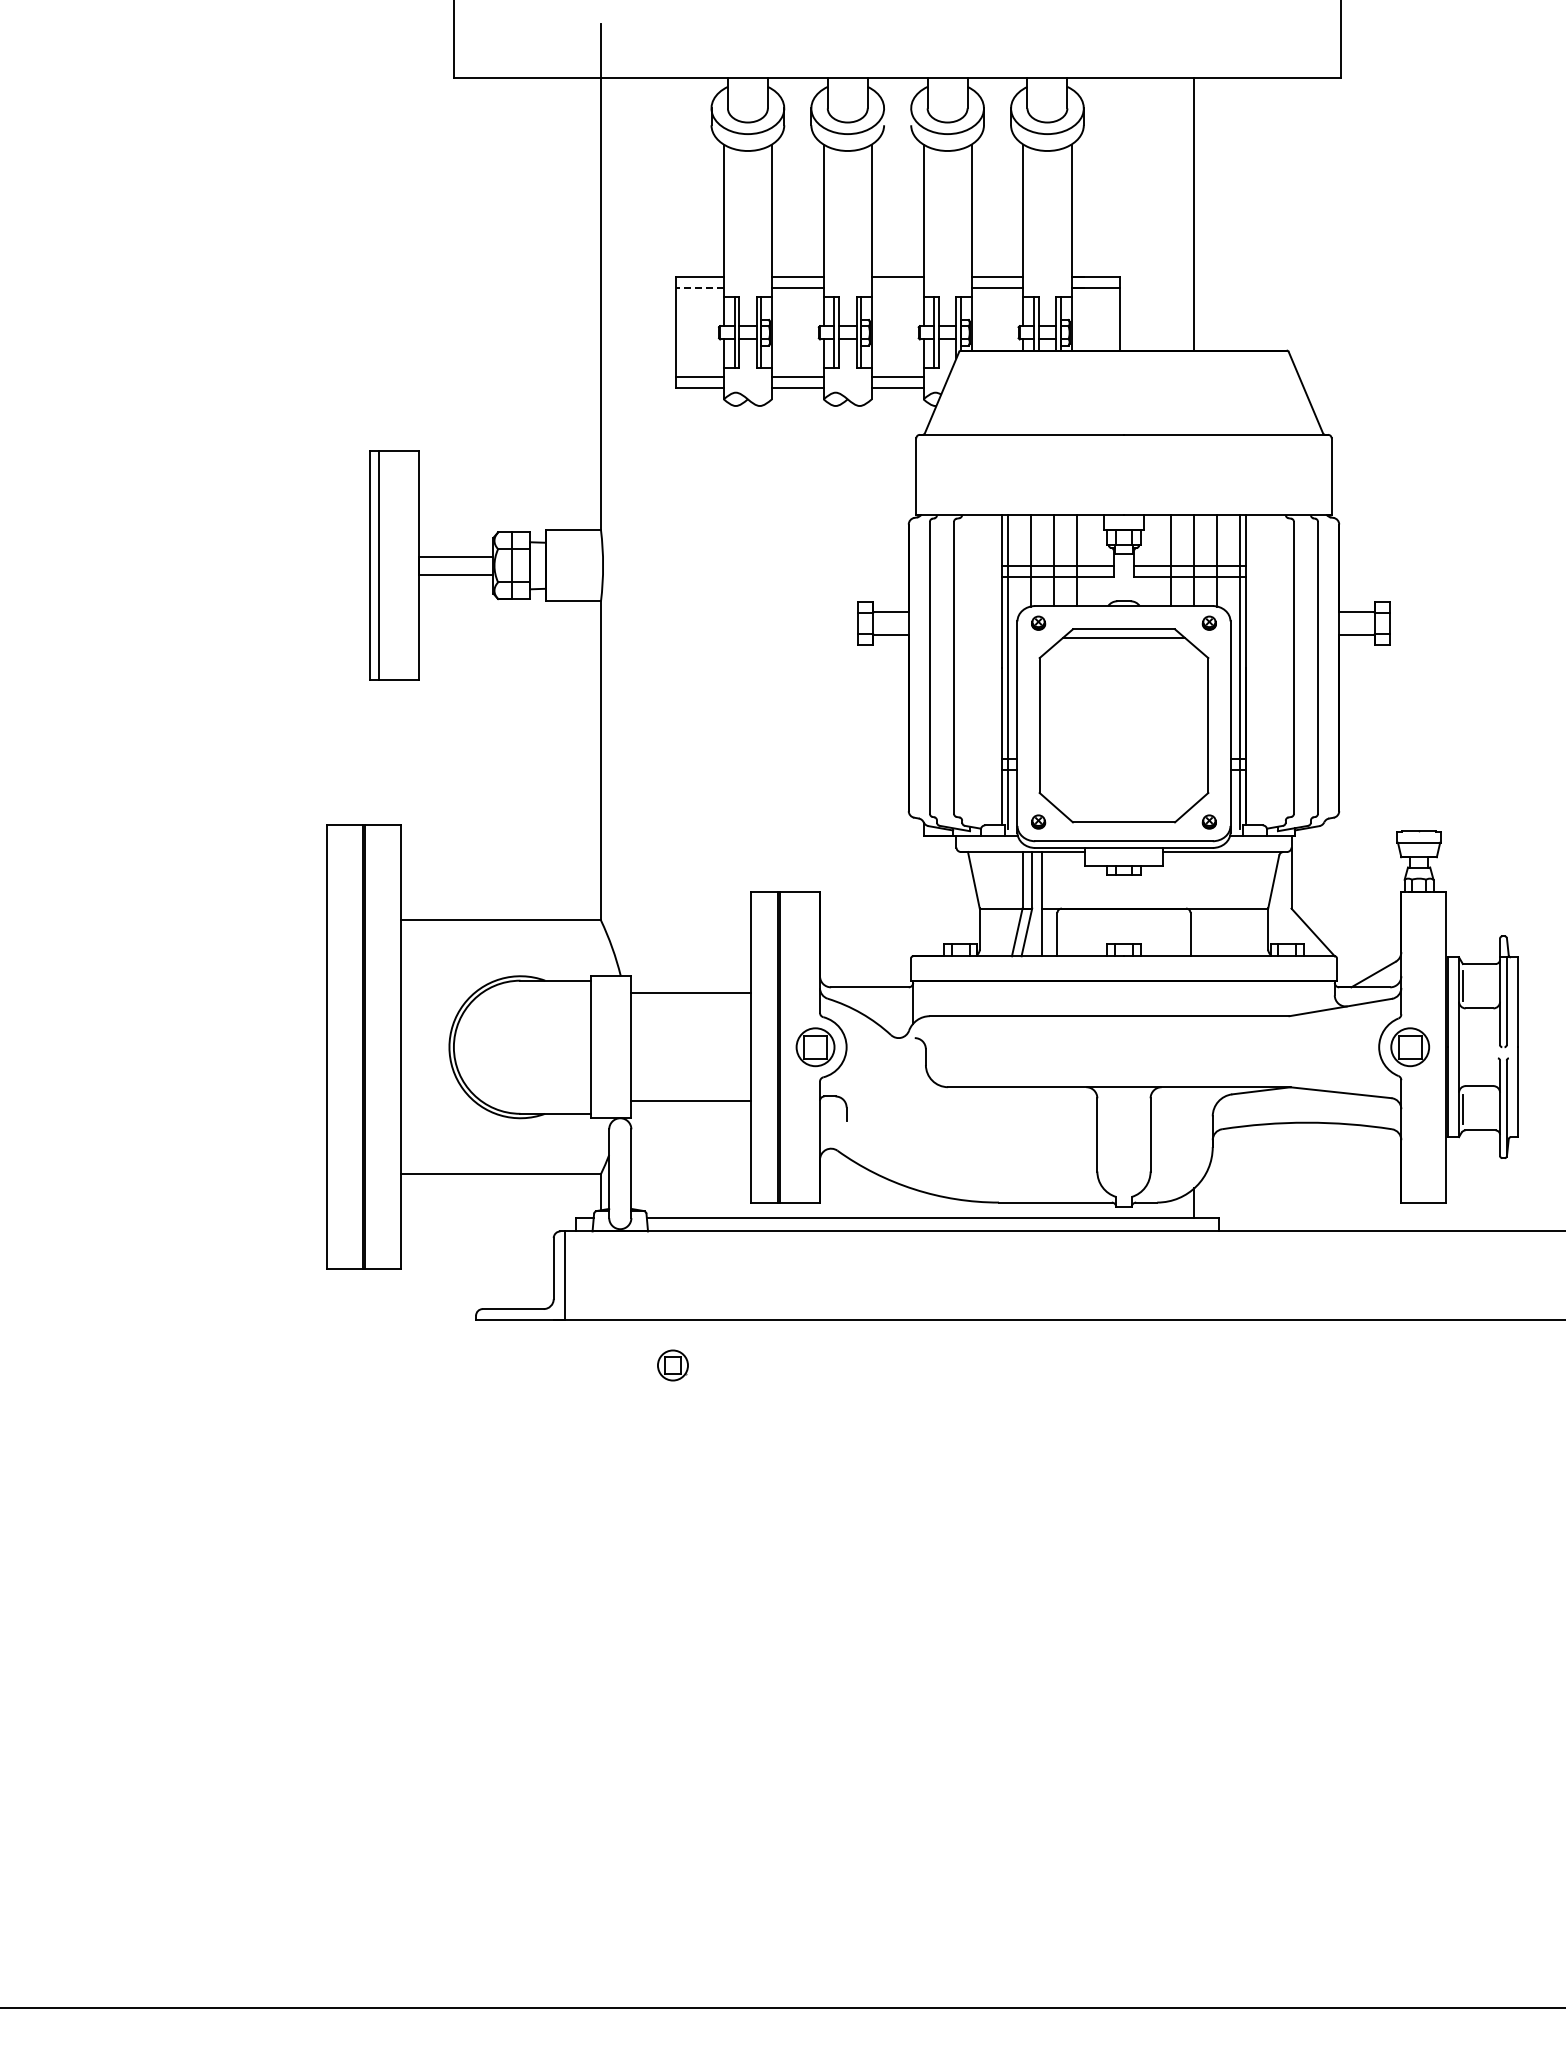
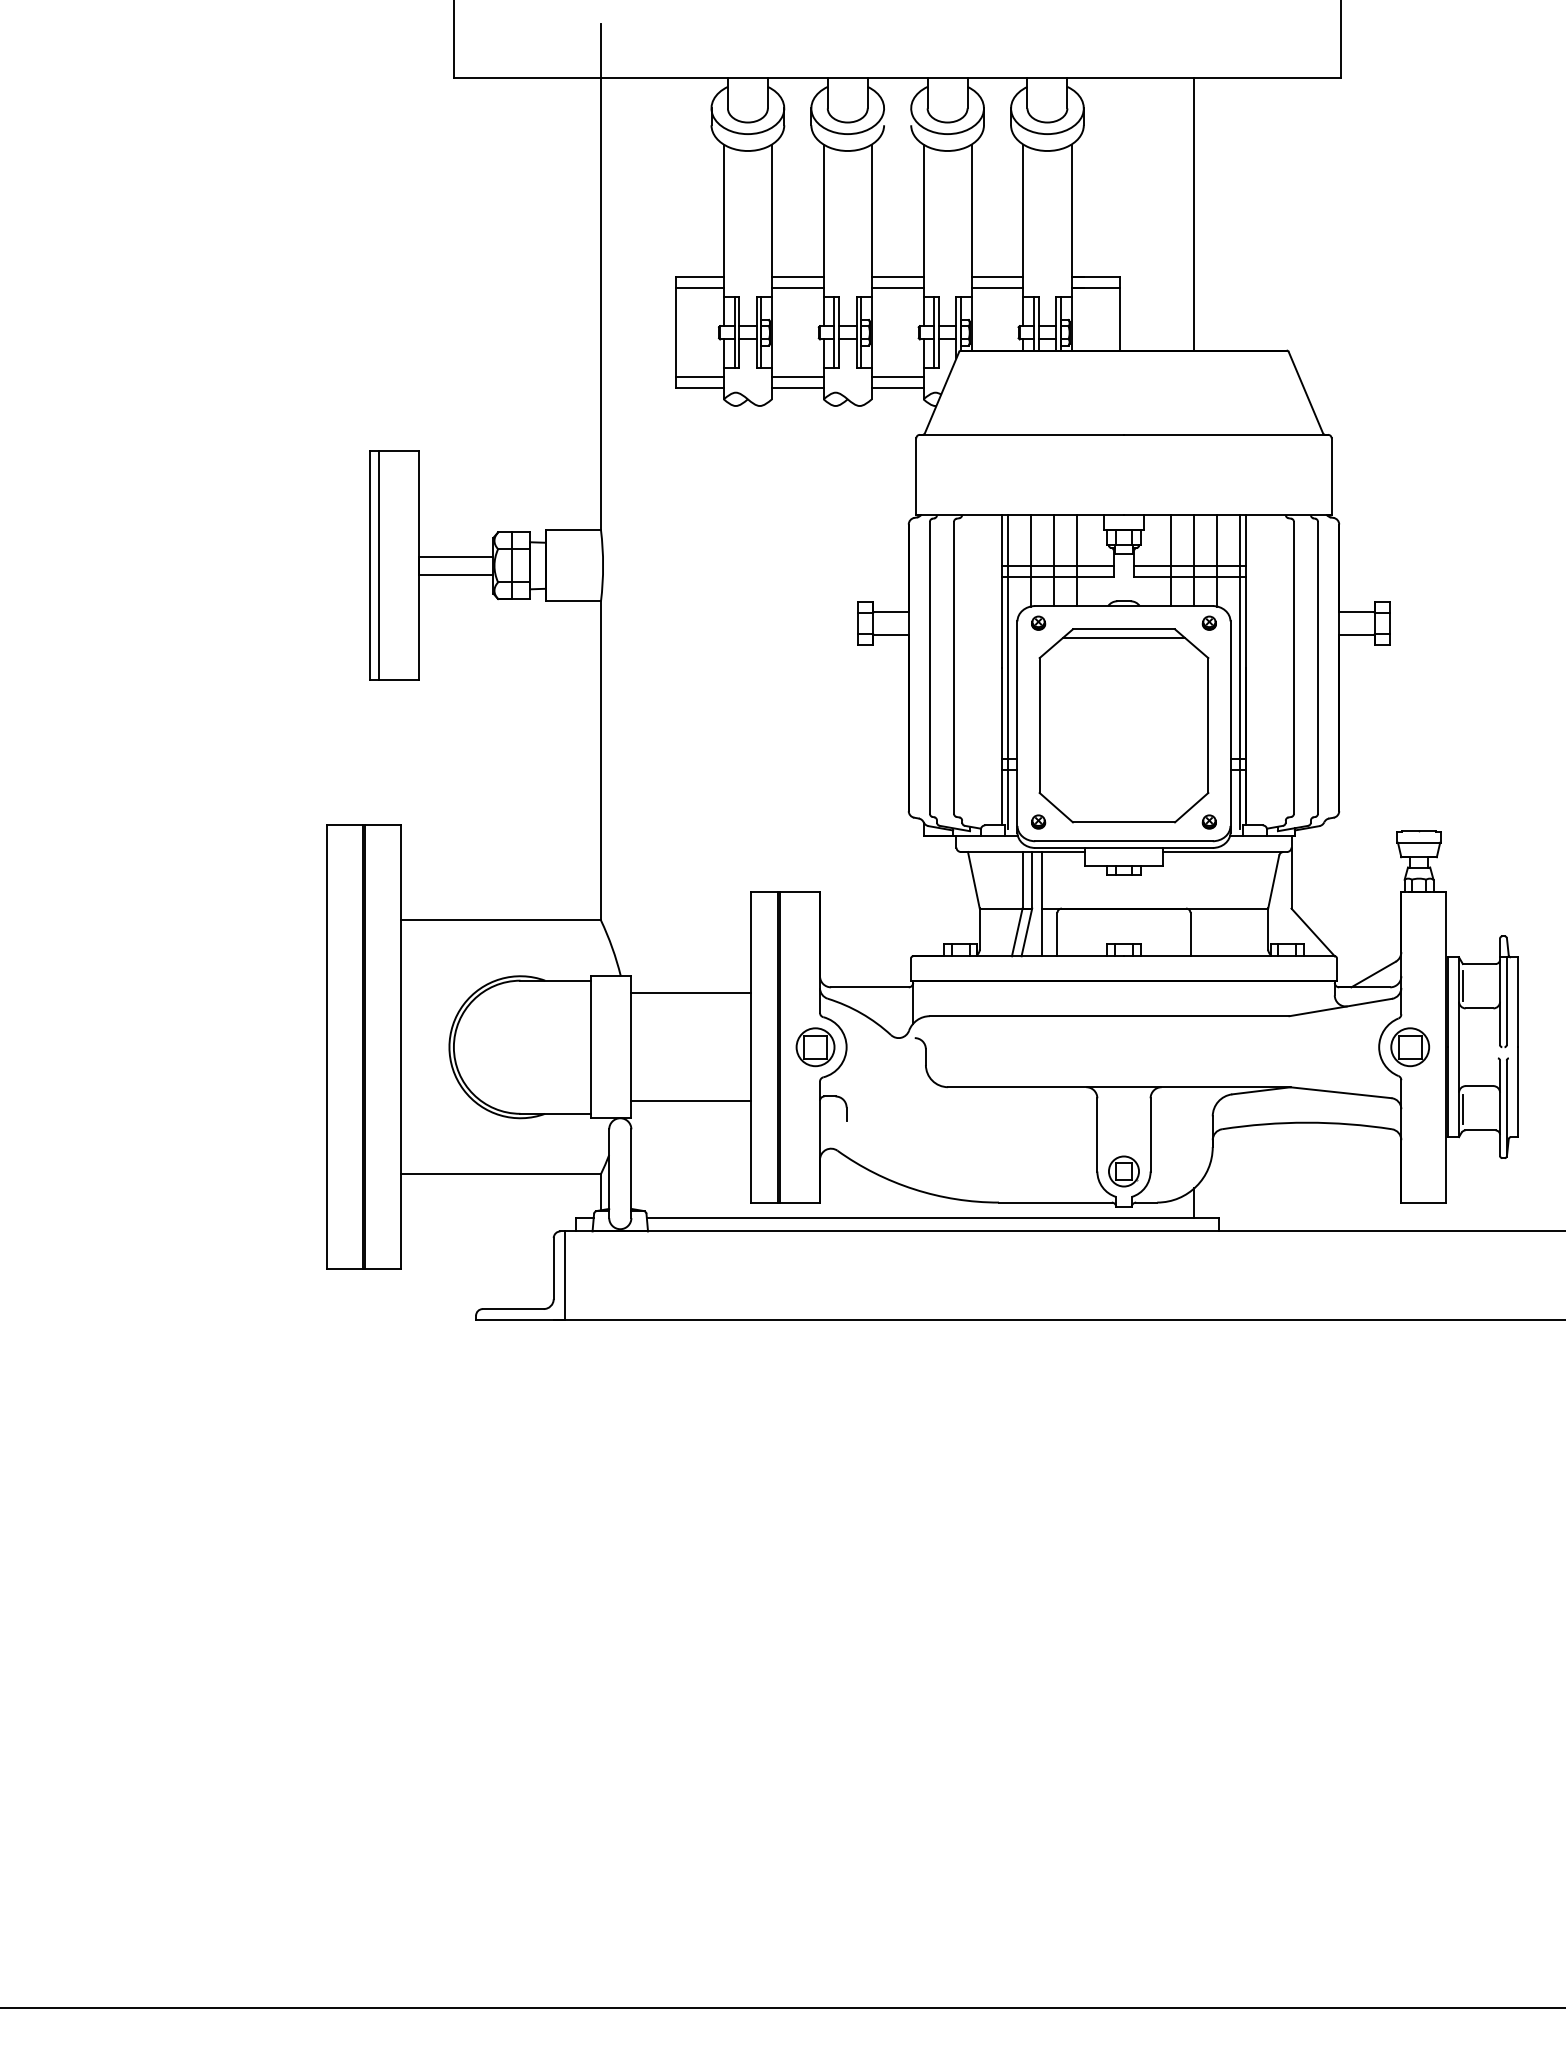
line at (699, 288): dashed -> solid
line at (897, 288): none -> present
part at (672, 1365) position: (672, 1365) -> (1123, 1171)
